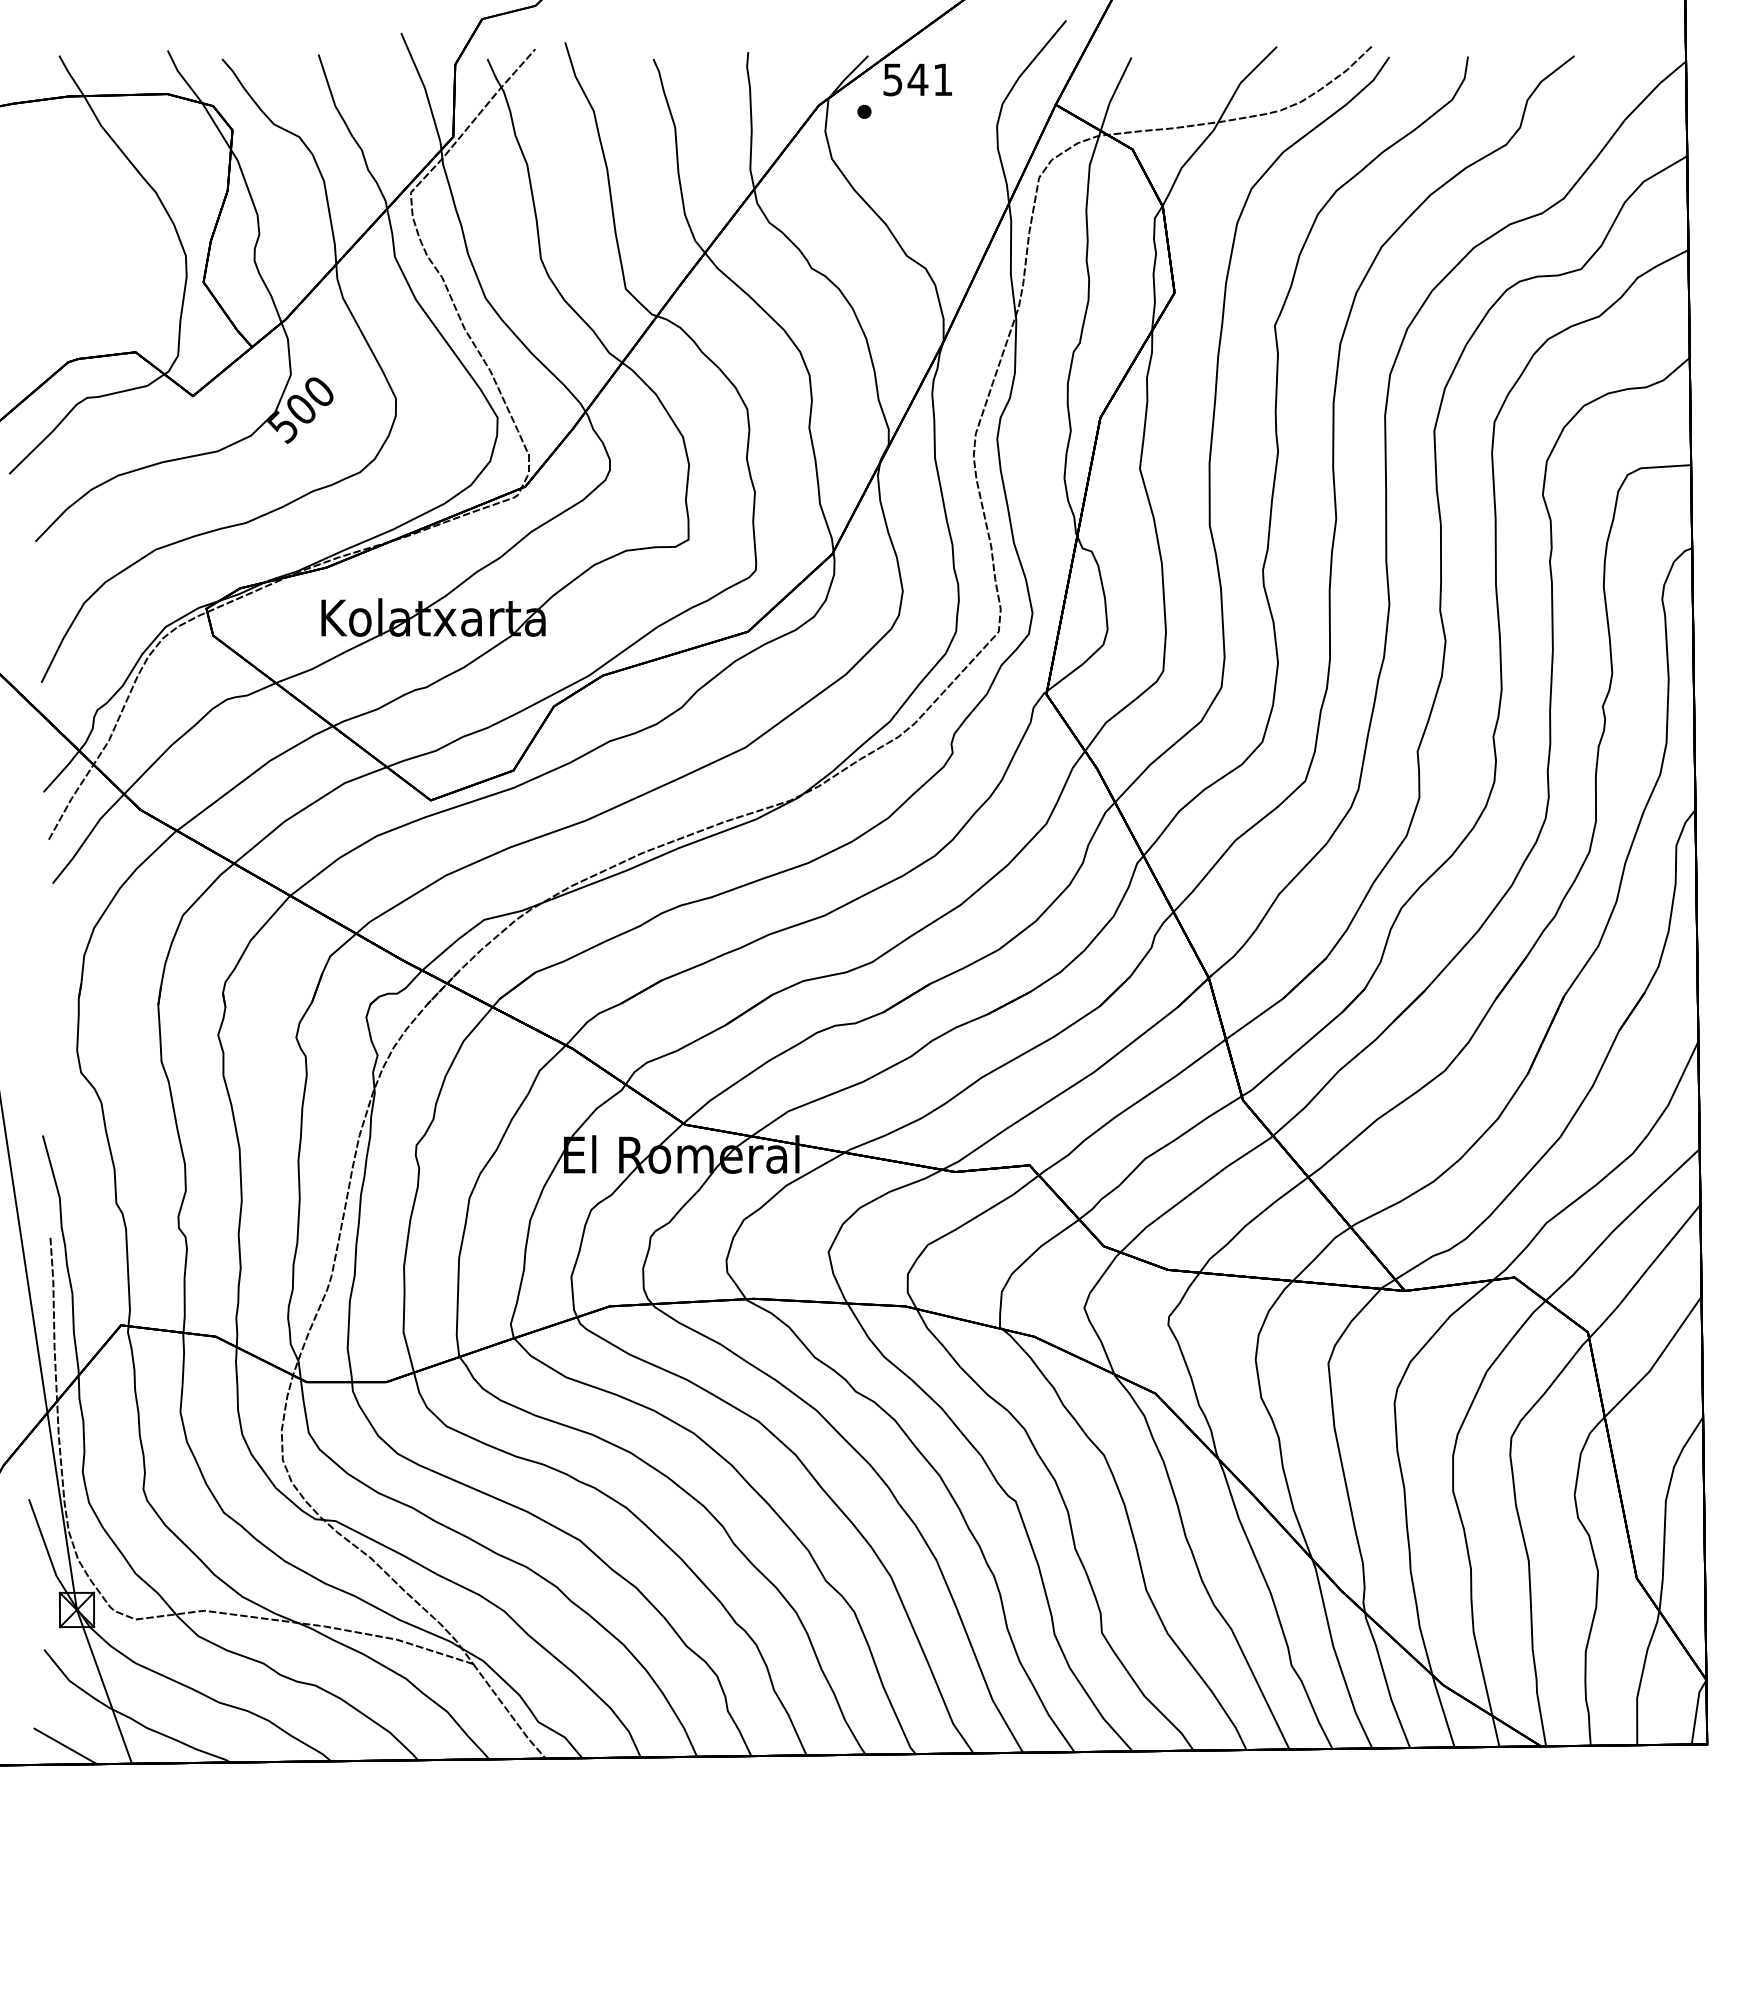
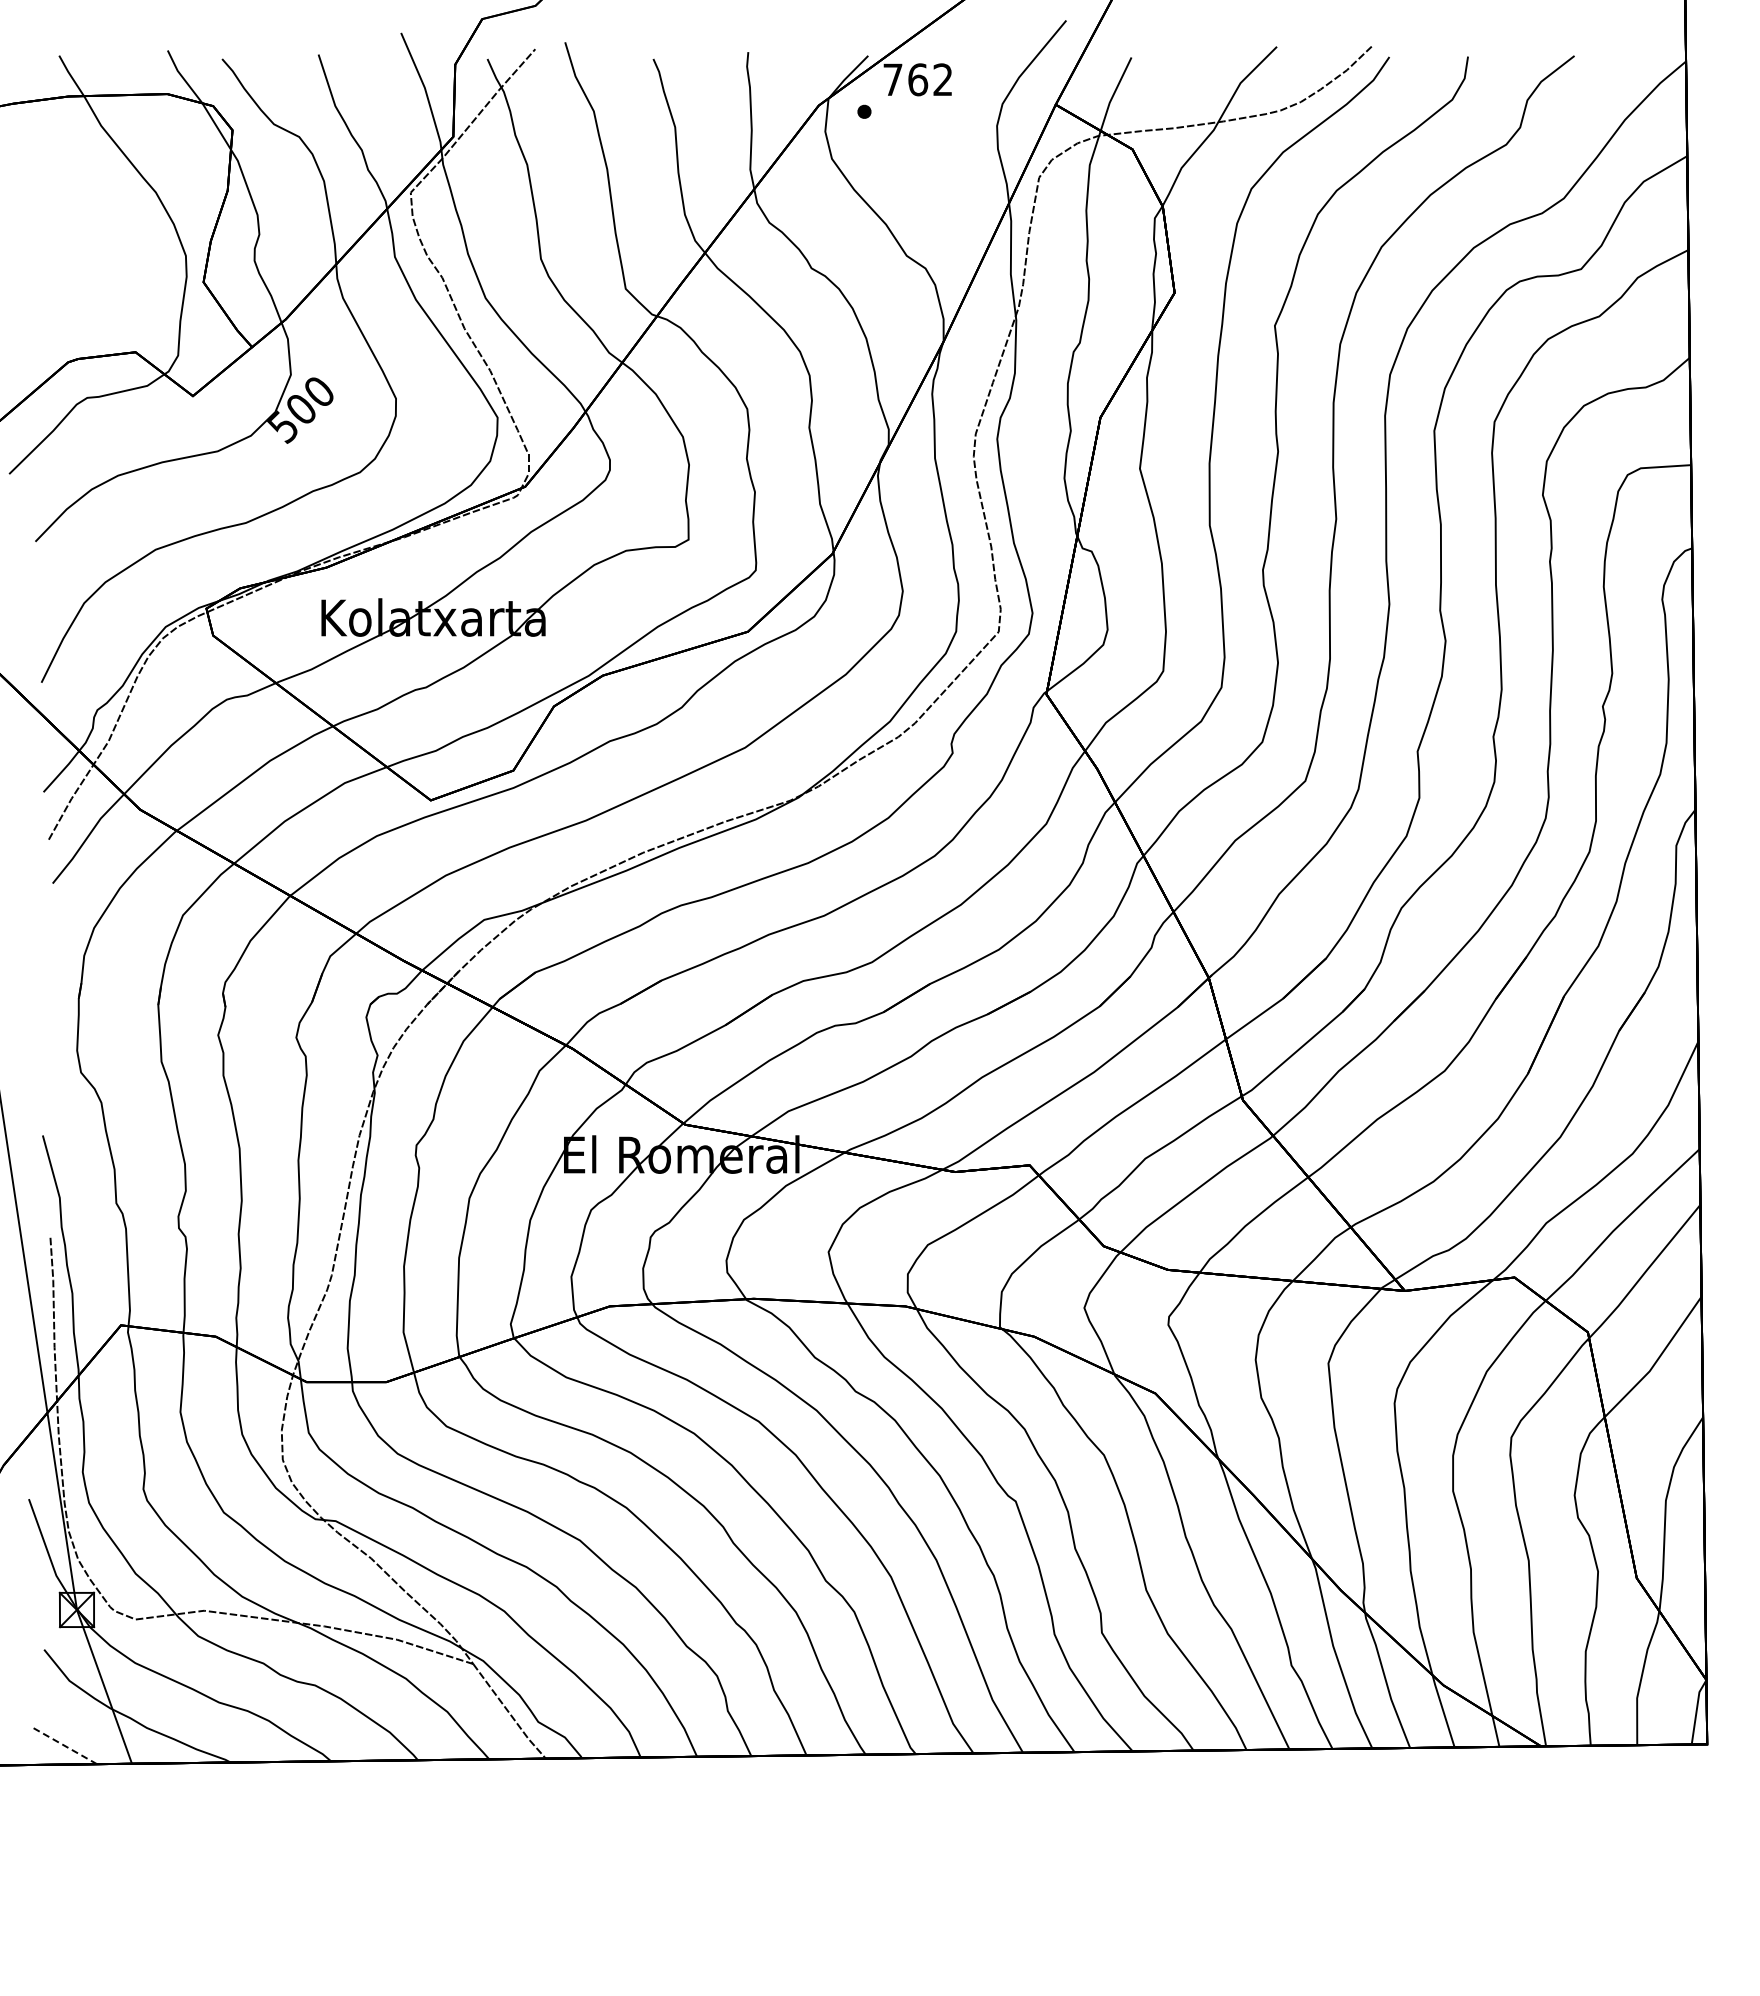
text at (917, 79): 541 -> 762
line at (64, 1745): solid -> dashed
